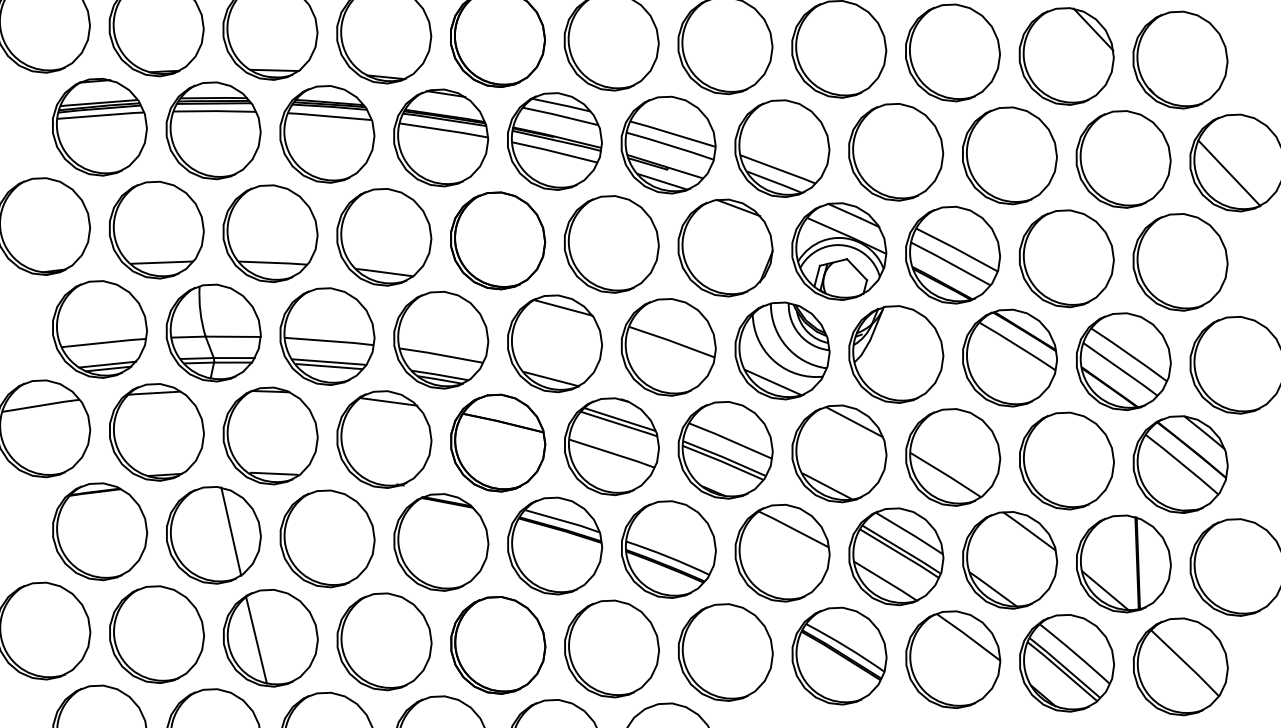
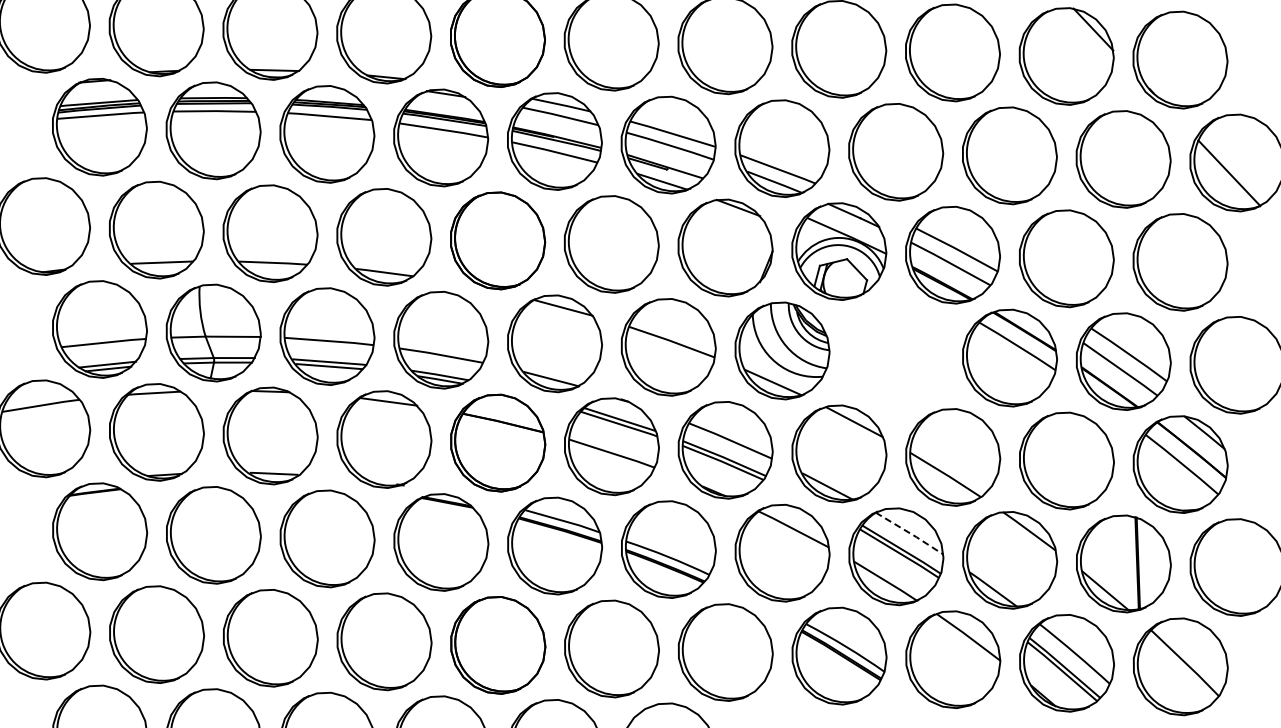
part at (896, 354): present -> none
line at (231, 531): present -> none
line at (910, 533): solid -> dashed
line at (256, 639): present -> none
